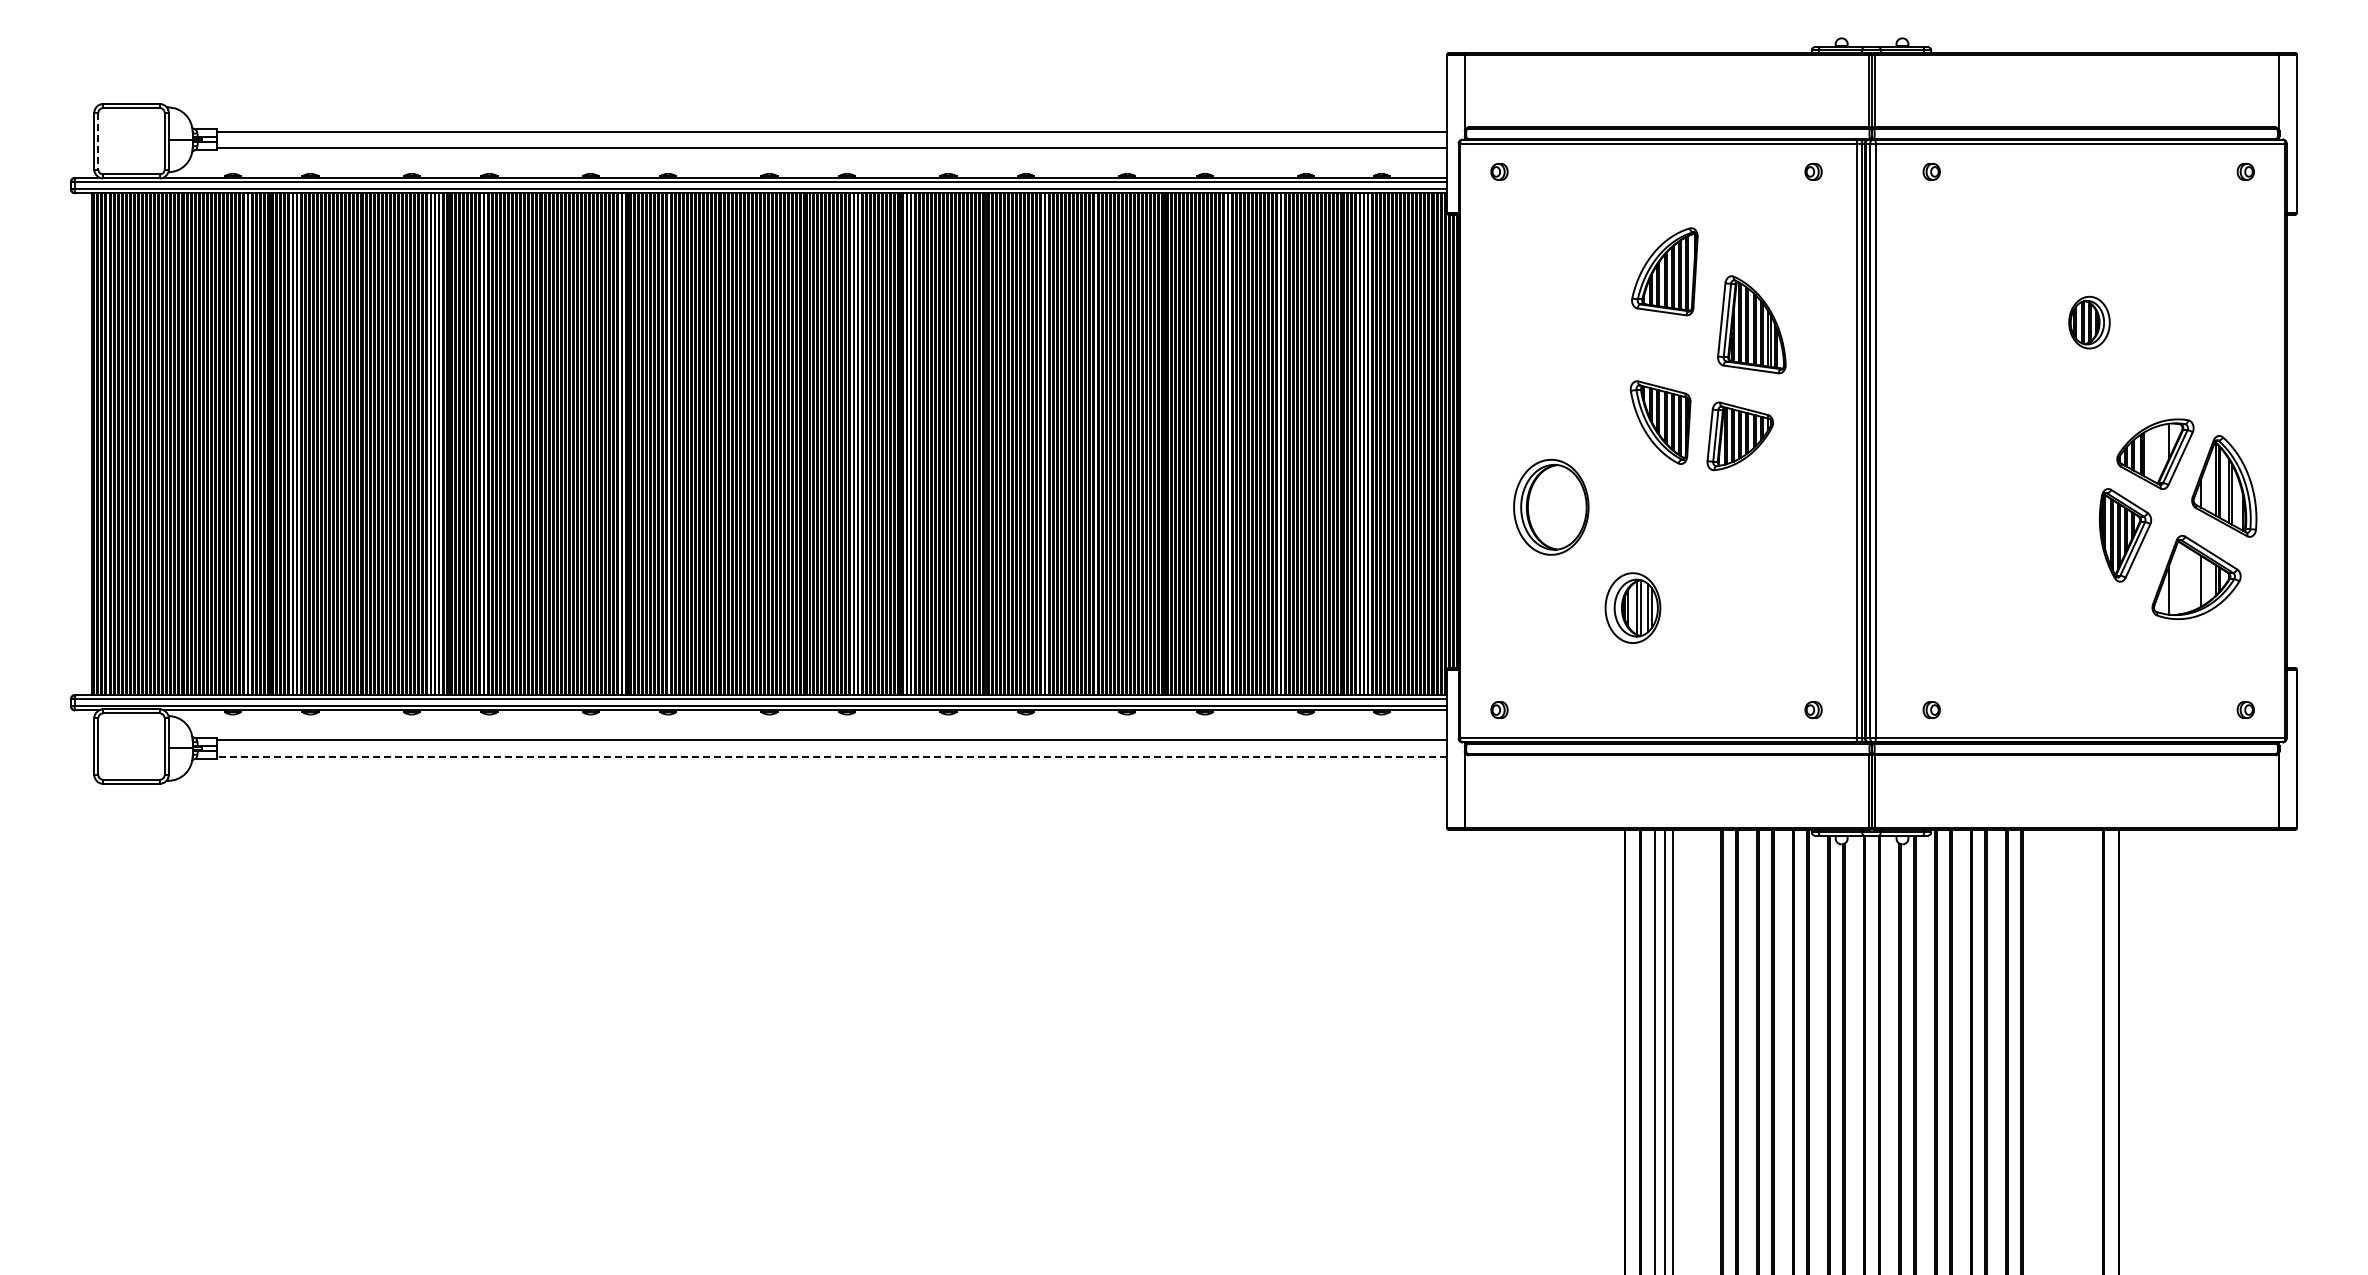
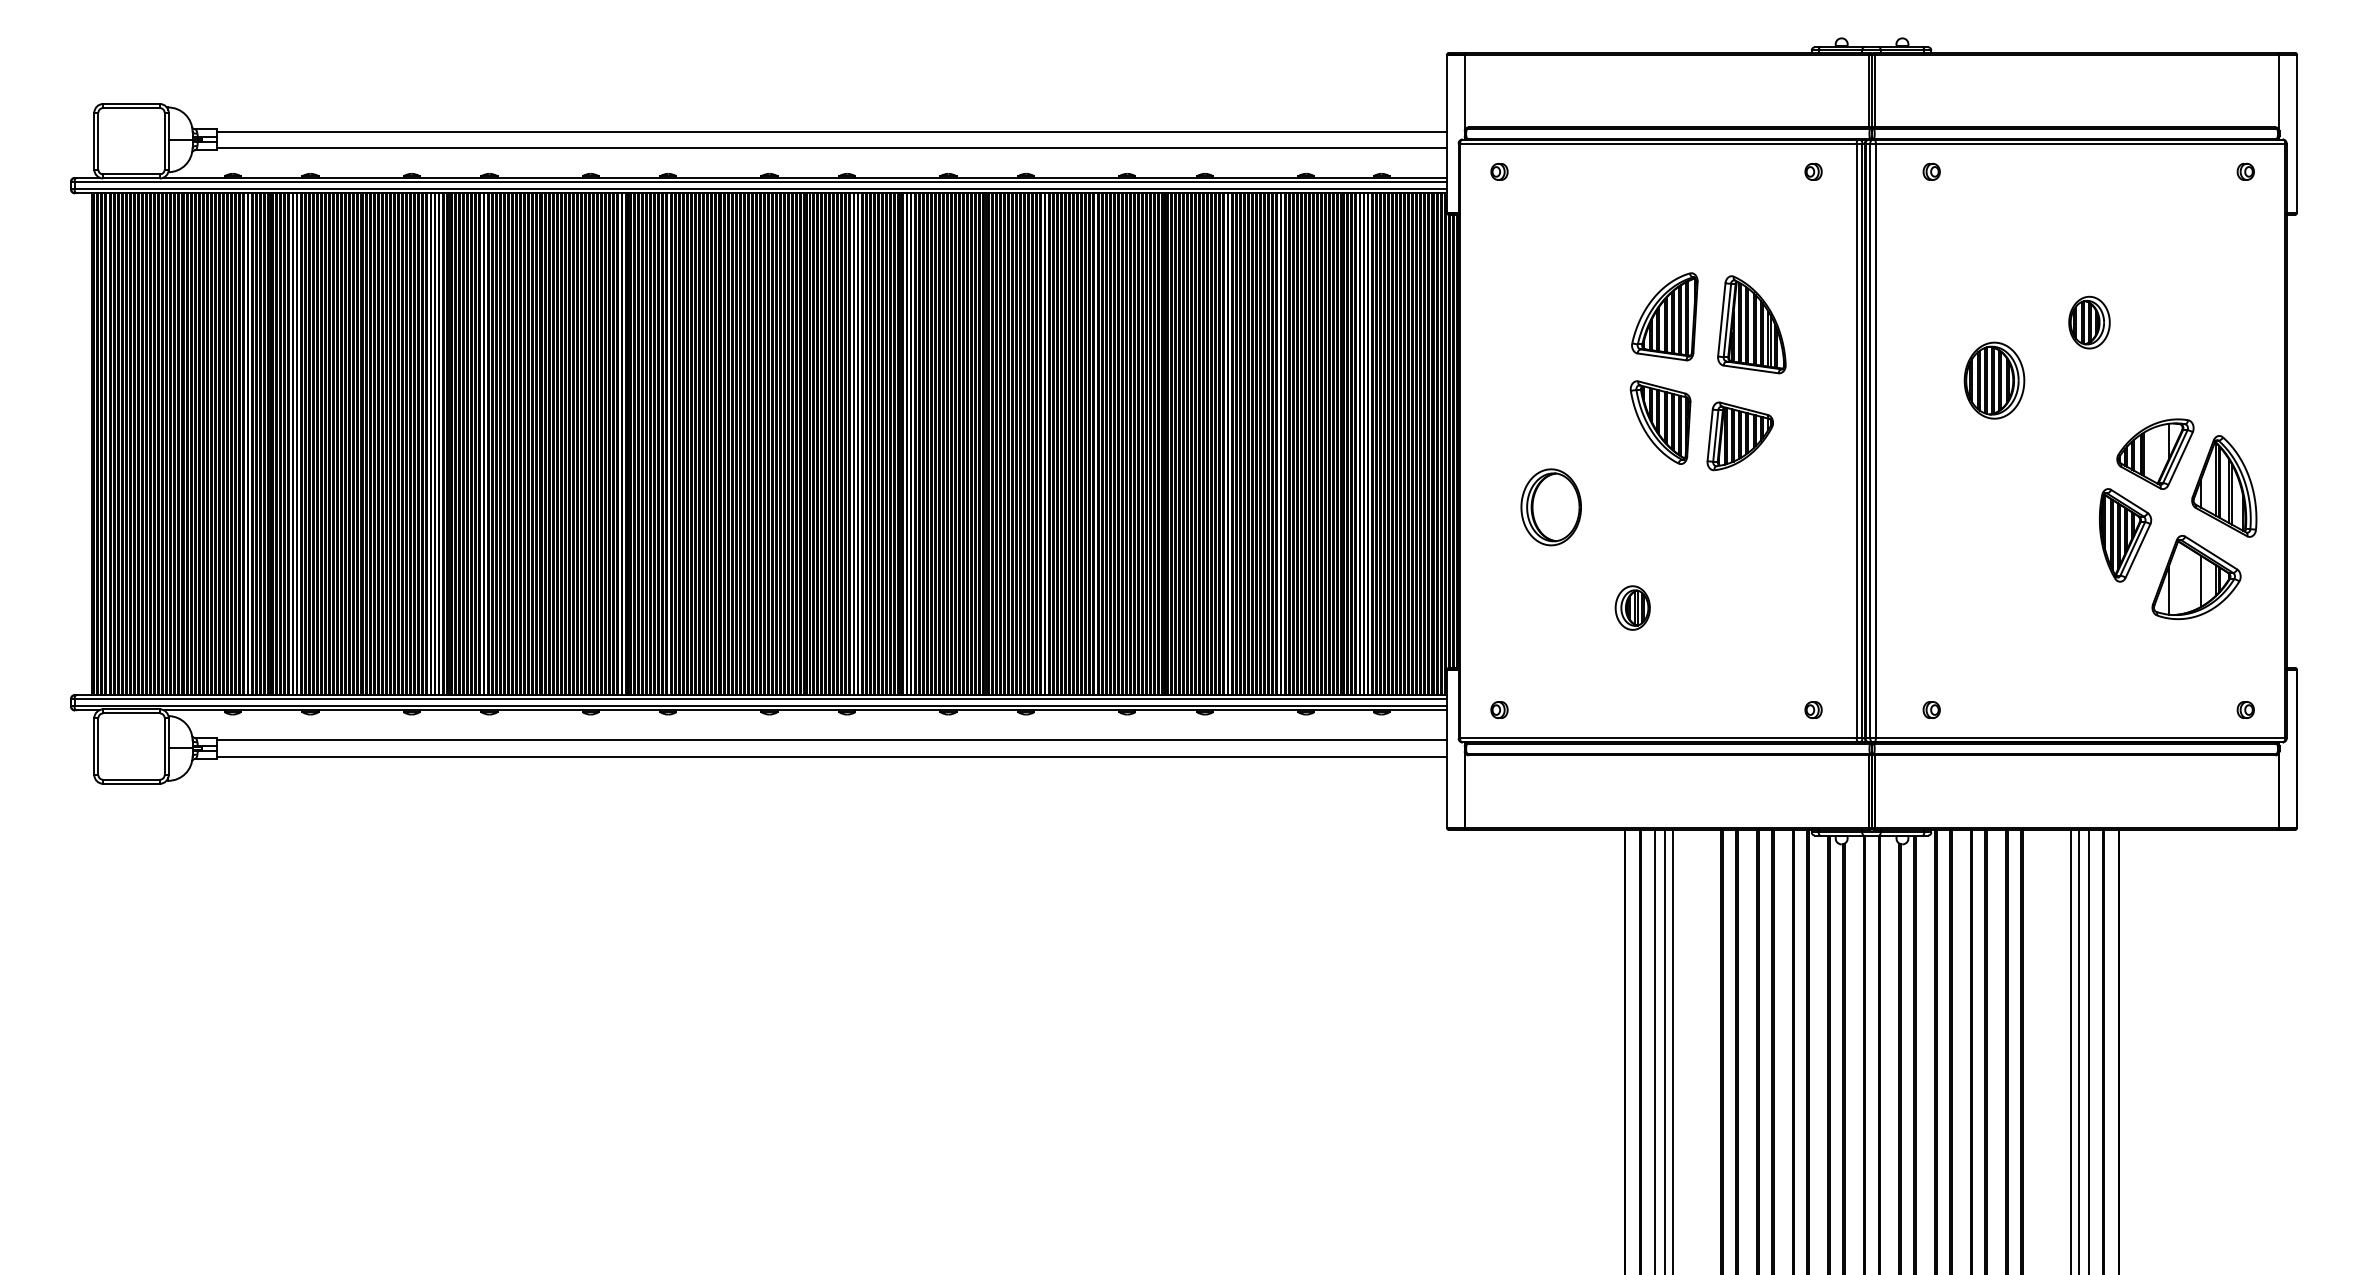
line at (98, 141): dashed -> solid
part at (1664, 271) position: (1664, 271) -> (1664, 316)
part at (1994, 380): none -> present
part at (1551, 506) size: 77x98 px -> 62x79 px
part at (1632, 607) size: 58x72 px -> 37x46 px
line at (831, 756): dashed -> solid
line at (2071, 1050): none -> present
line at (2079, 1050): none -> present
line at (2088, 1050): none -> present
